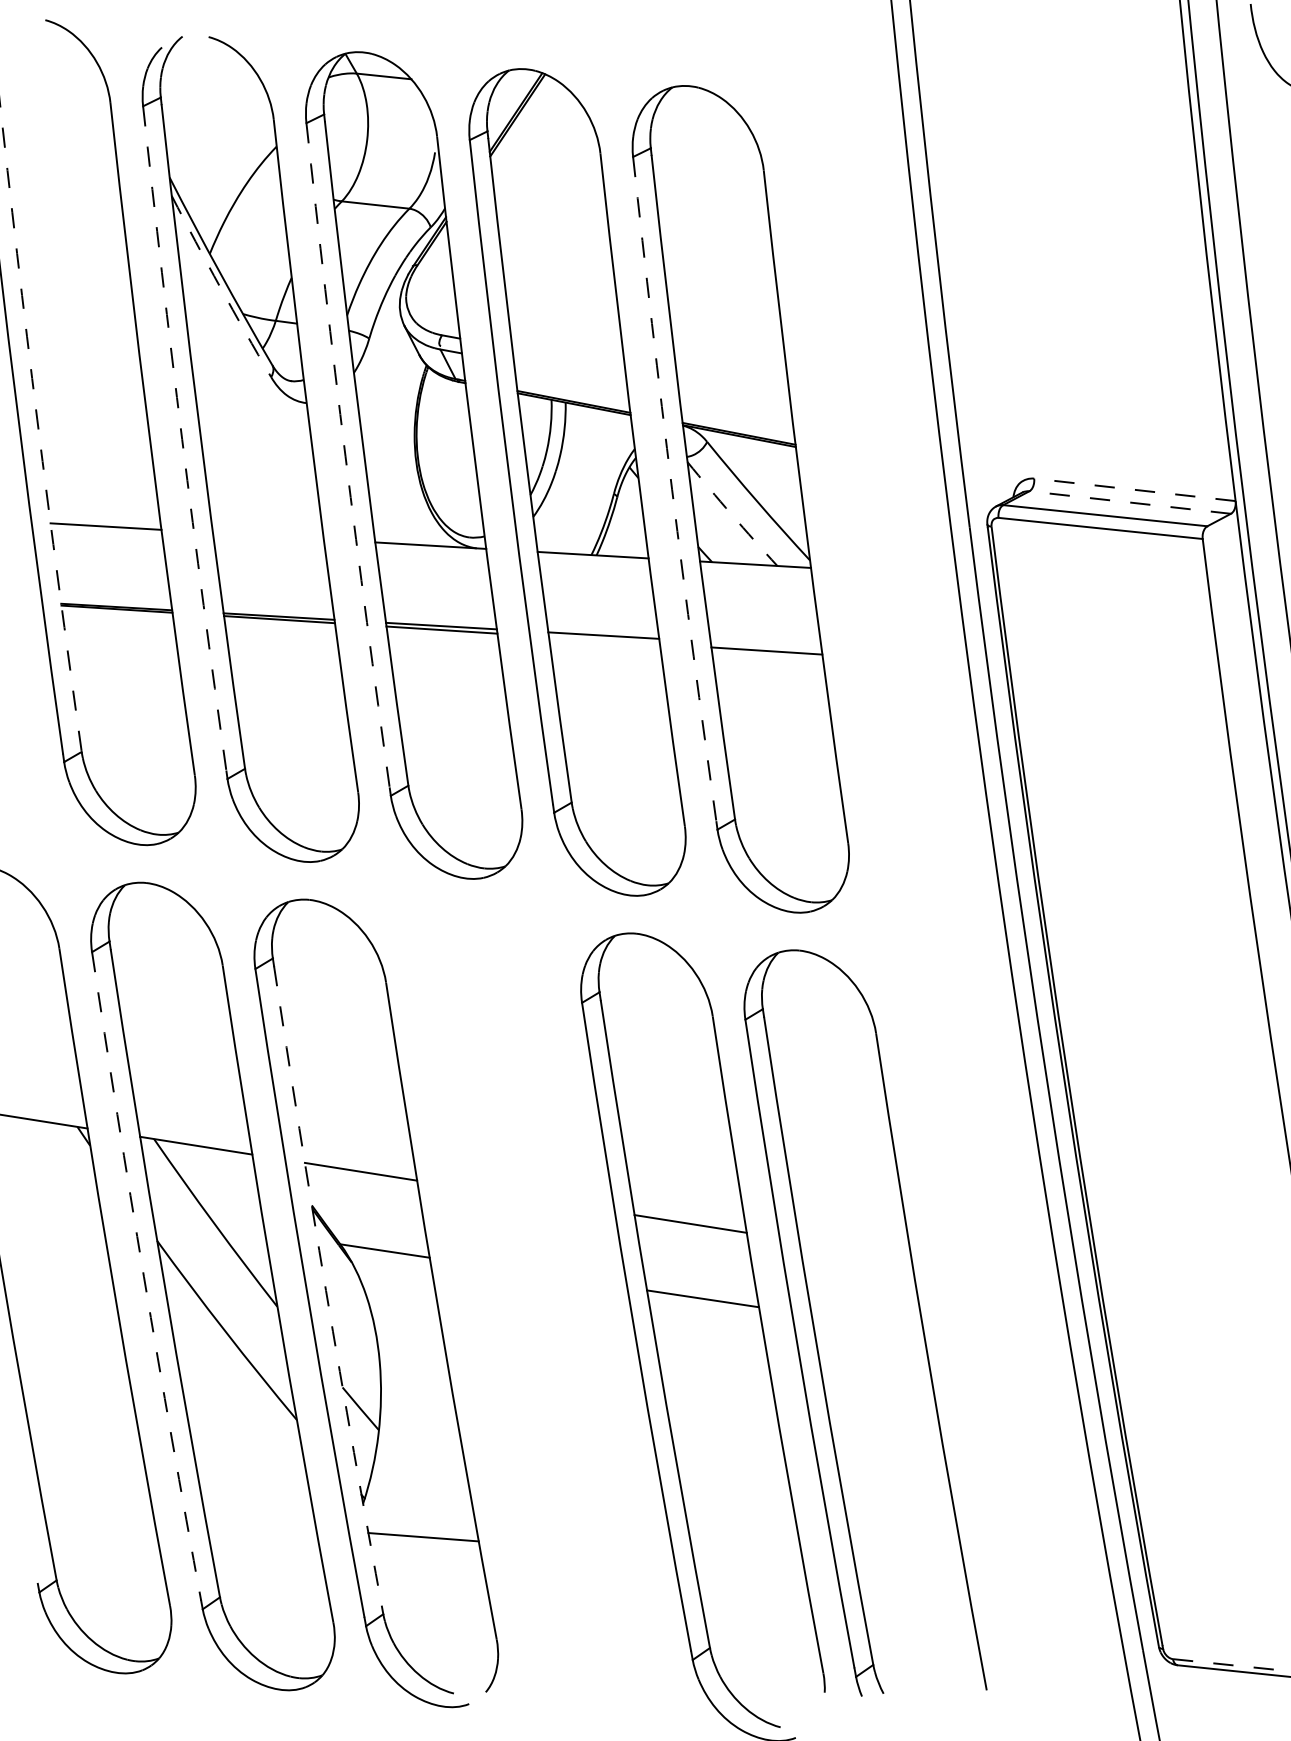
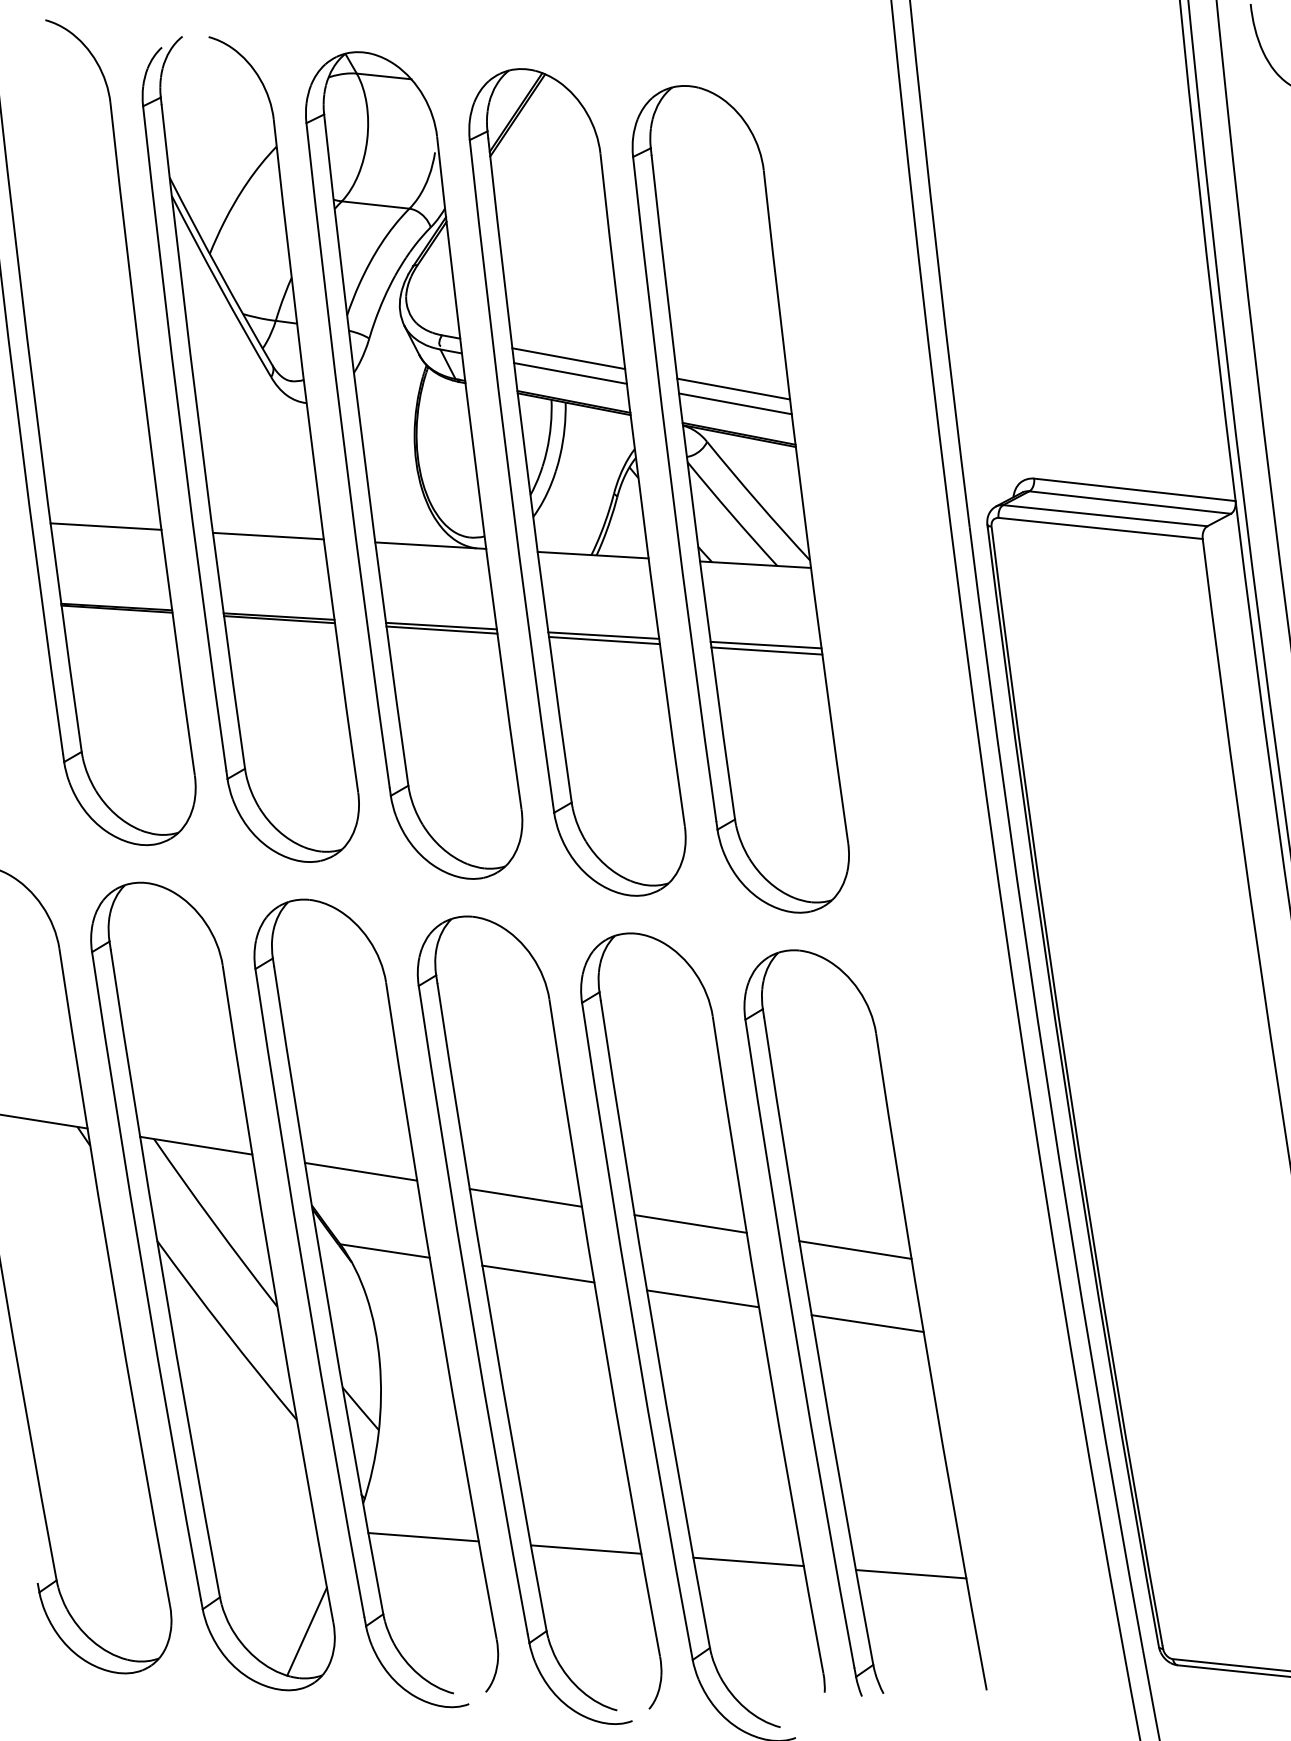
arc at (220, 287): dashed -> solid
line at (568, 358): none -> present
line at (570, 373): none -> present
line at (733, 388): none -> present
line at (735, 403): none -> present
arc at (38, 427): dashed -> solid
arc at (182, 439): dashed -> solid
arc at (345, 456): dashed -> solid
arc at (672, 489): dashed -> solid
line at (1134, 489): dashed -> solid
line at (1129, 502): dashed -> solid
arc at (731, 514): dashed -> solid
line at (267, 535): none -> present
line at (603, 640): none -> present
line at (765, 644): none -> present
line at (855, 1249): none -> present
arc at (143, 1276): dashed -> solid
arc at (326, 1290): dashed -> solid
part at (539, 1319): none -> present
line at (867, 1323): none -> present
line at (748, 1561): none -> present
line at (910, 1574): none -> present
line at (306, 1631): none -> present
line at (1232, 1665): dashed -> solid
